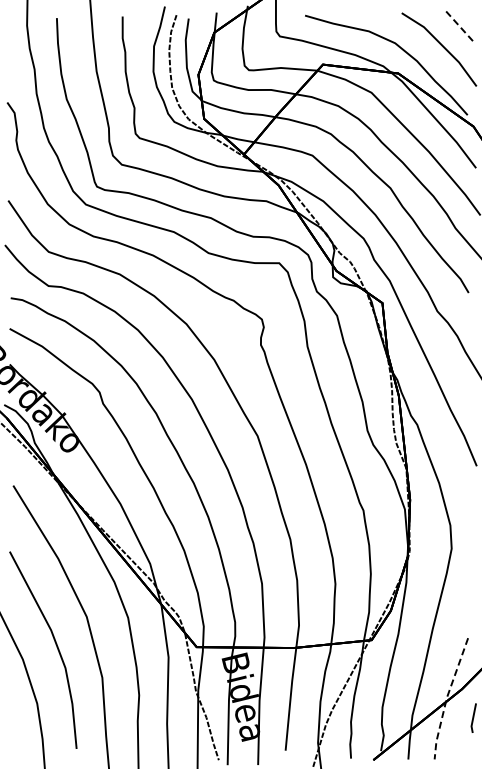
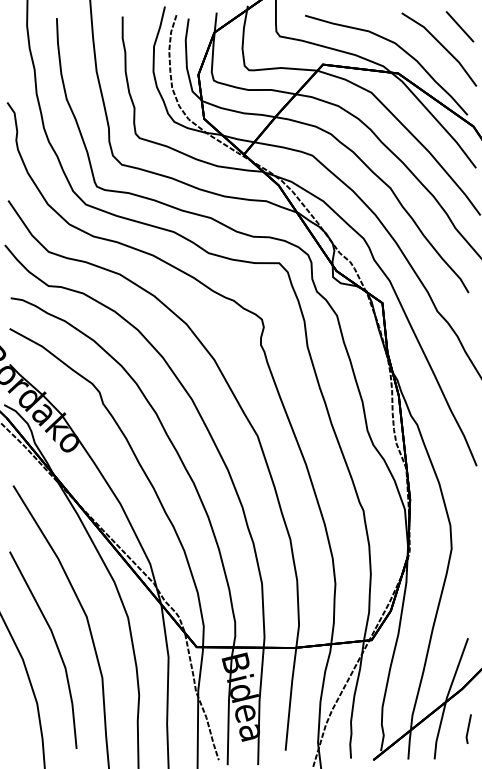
line at (460, 26): dashed -> solid
line at (446, 697): dashed -> solid
line at (473, 717) position: (473, 717) -> (468, 728)
